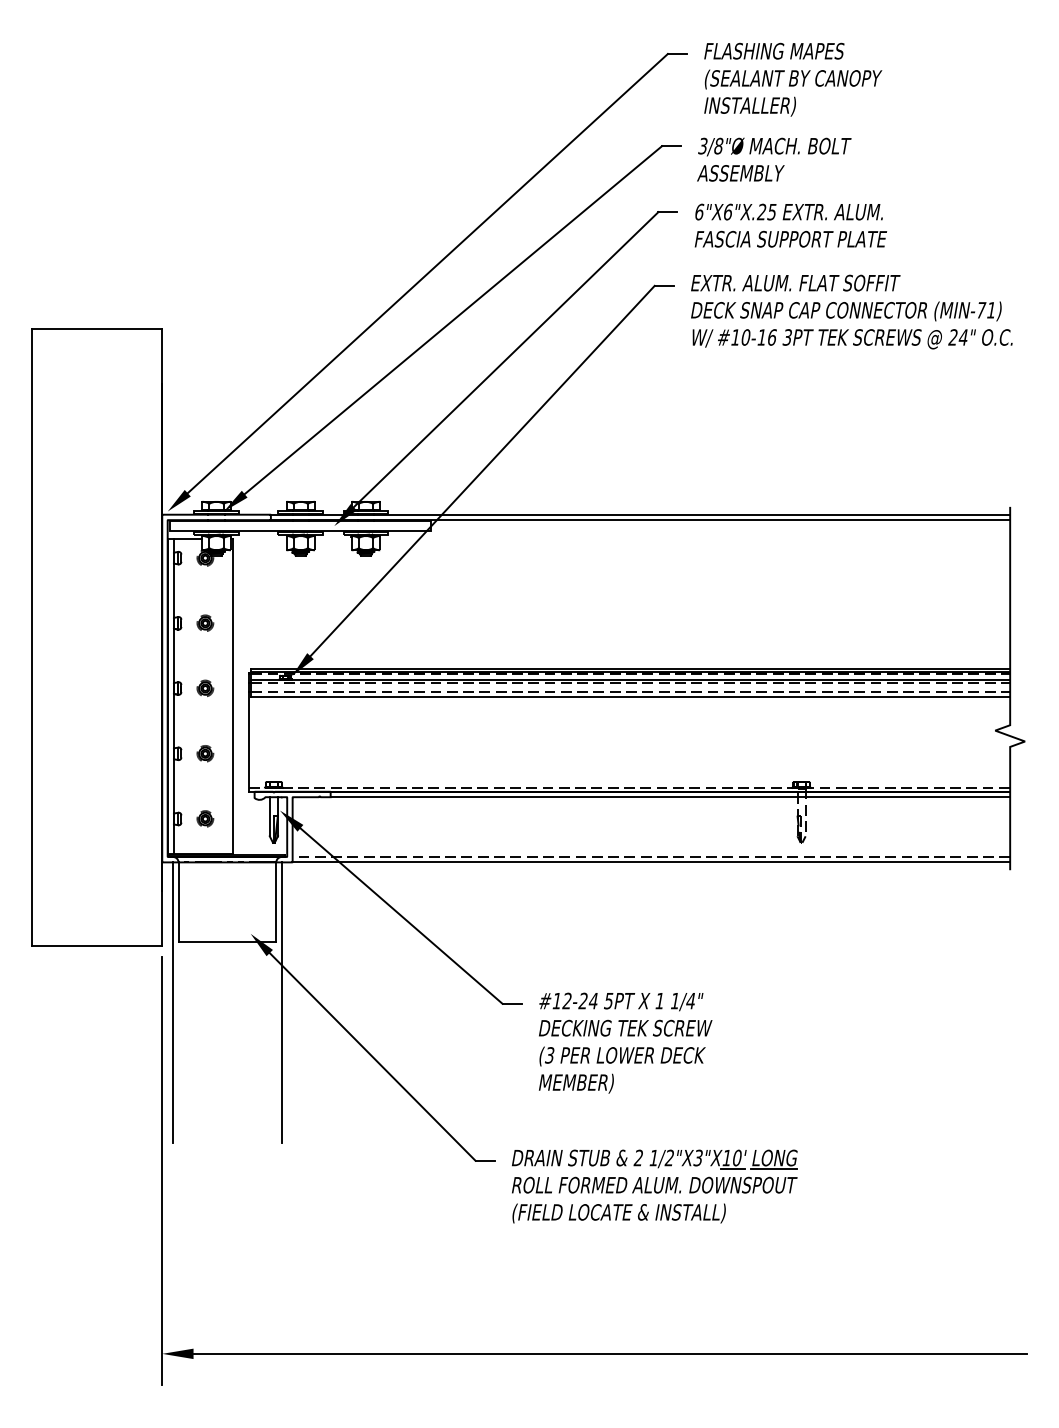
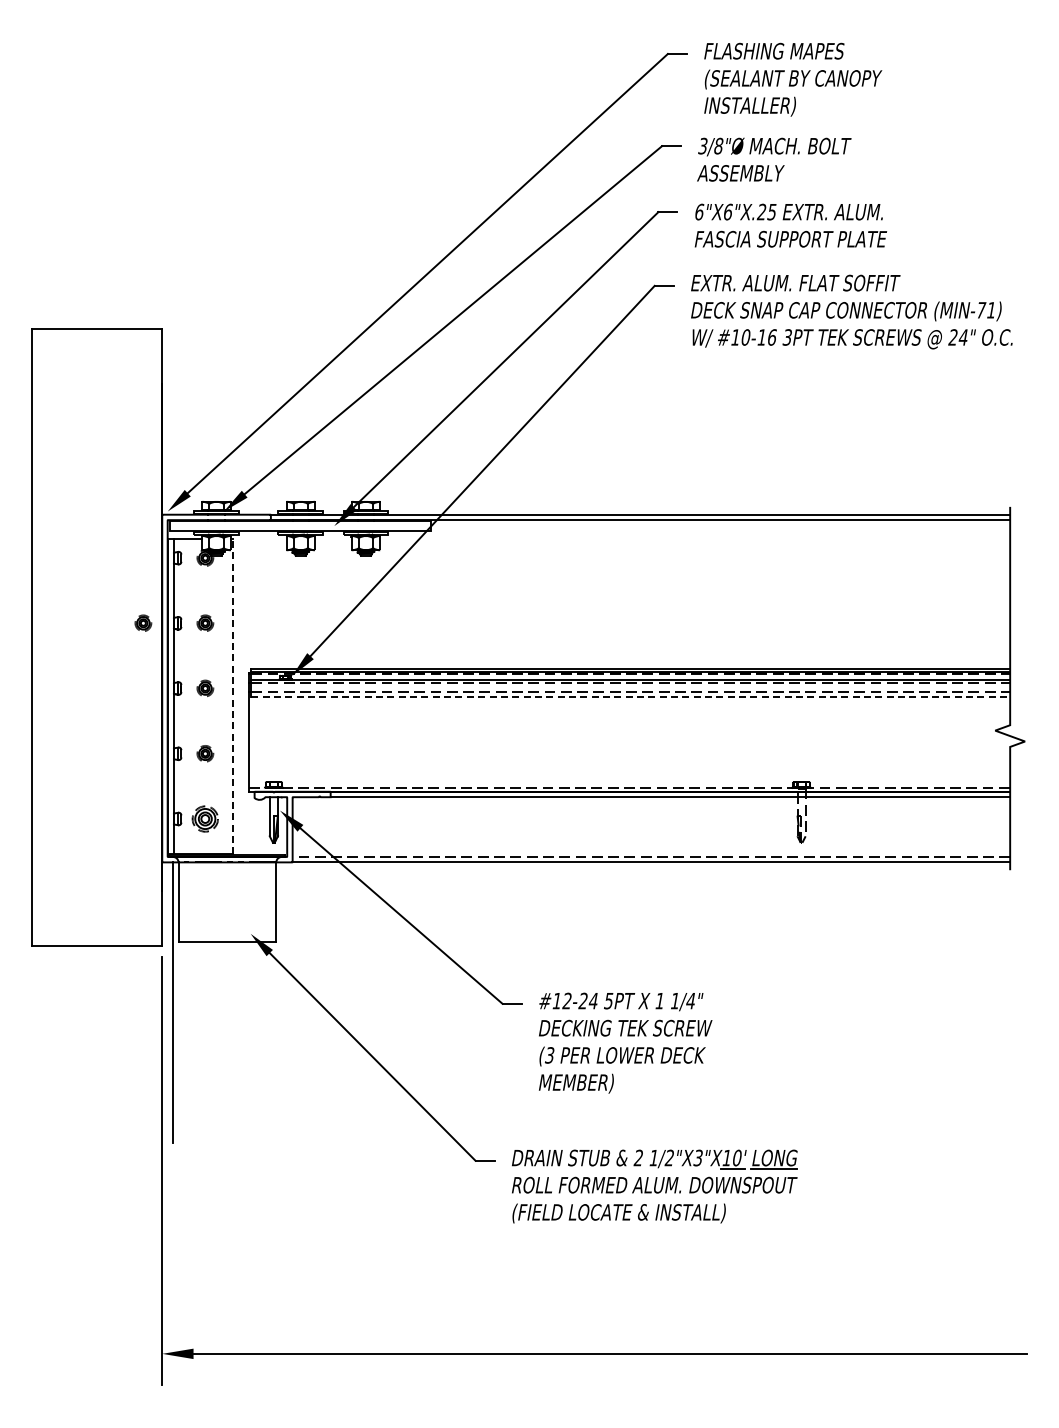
part at (143, 622): none -> present
line at (233, 696): solid -> dashed
line at (631, 697): solid -> dashed
part at (205, 818) size: 19x18 px -> 28x28 px
line at (281, 1002): present -> none
